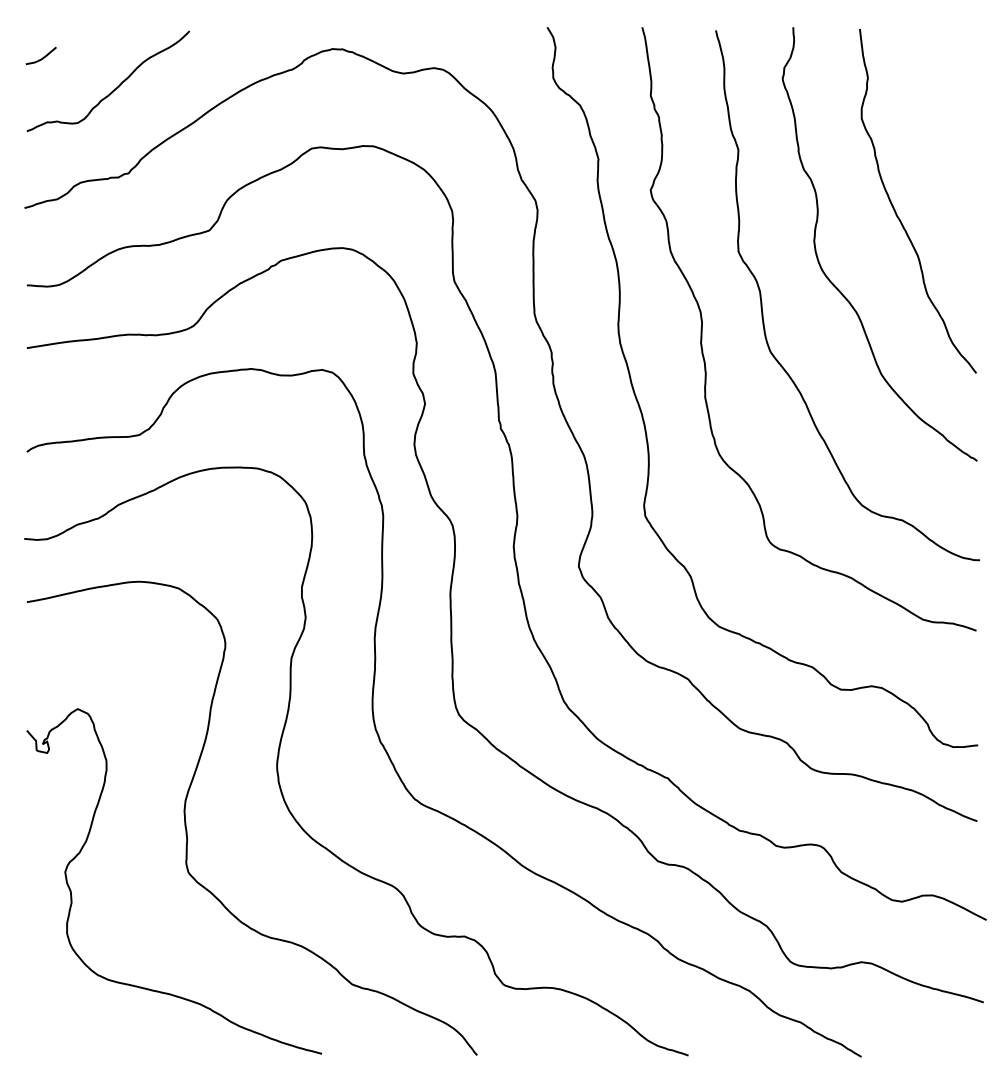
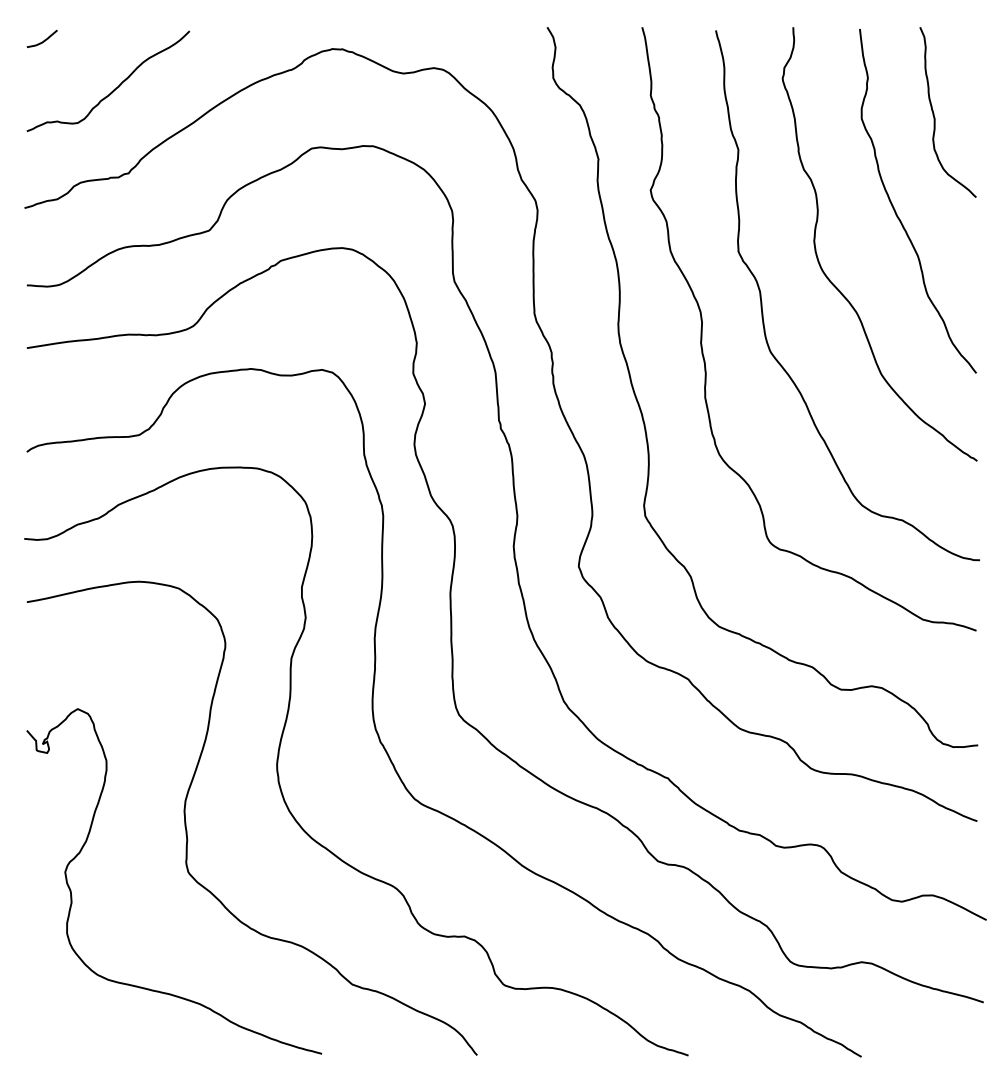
curve at (42, 57) position: (42, 57) -> (43, 40)
curve at (935, 117): none -> present
